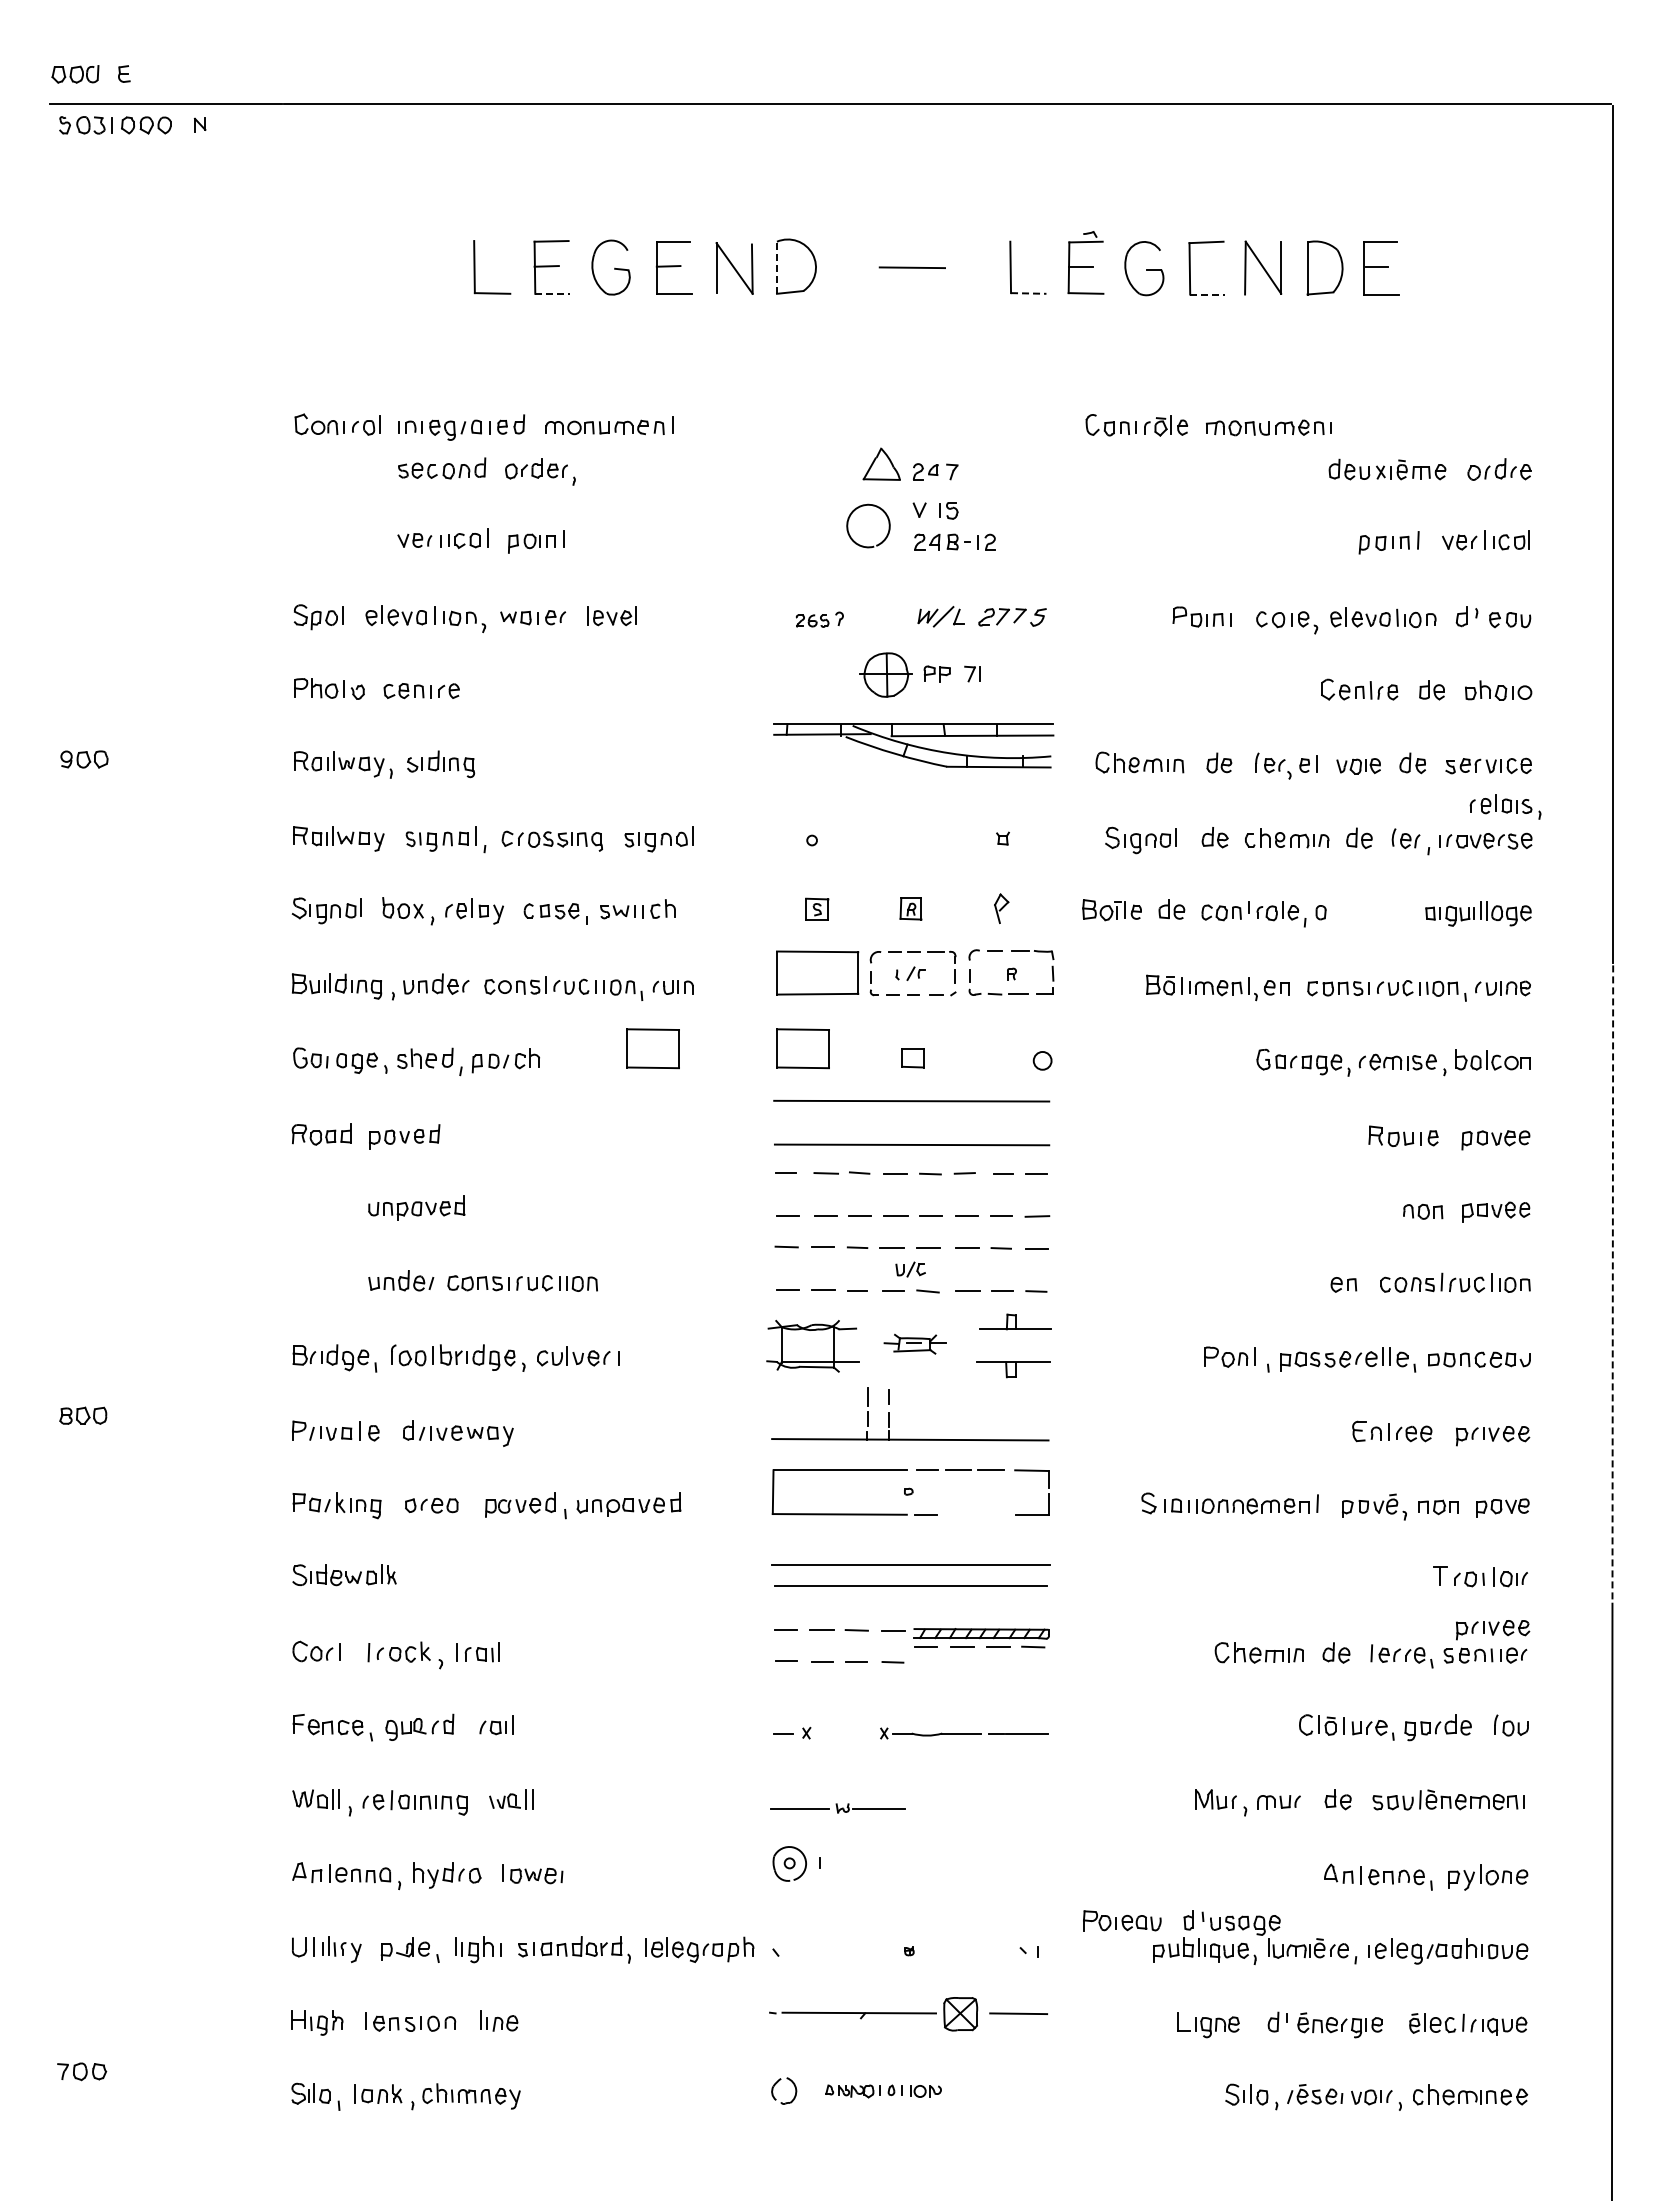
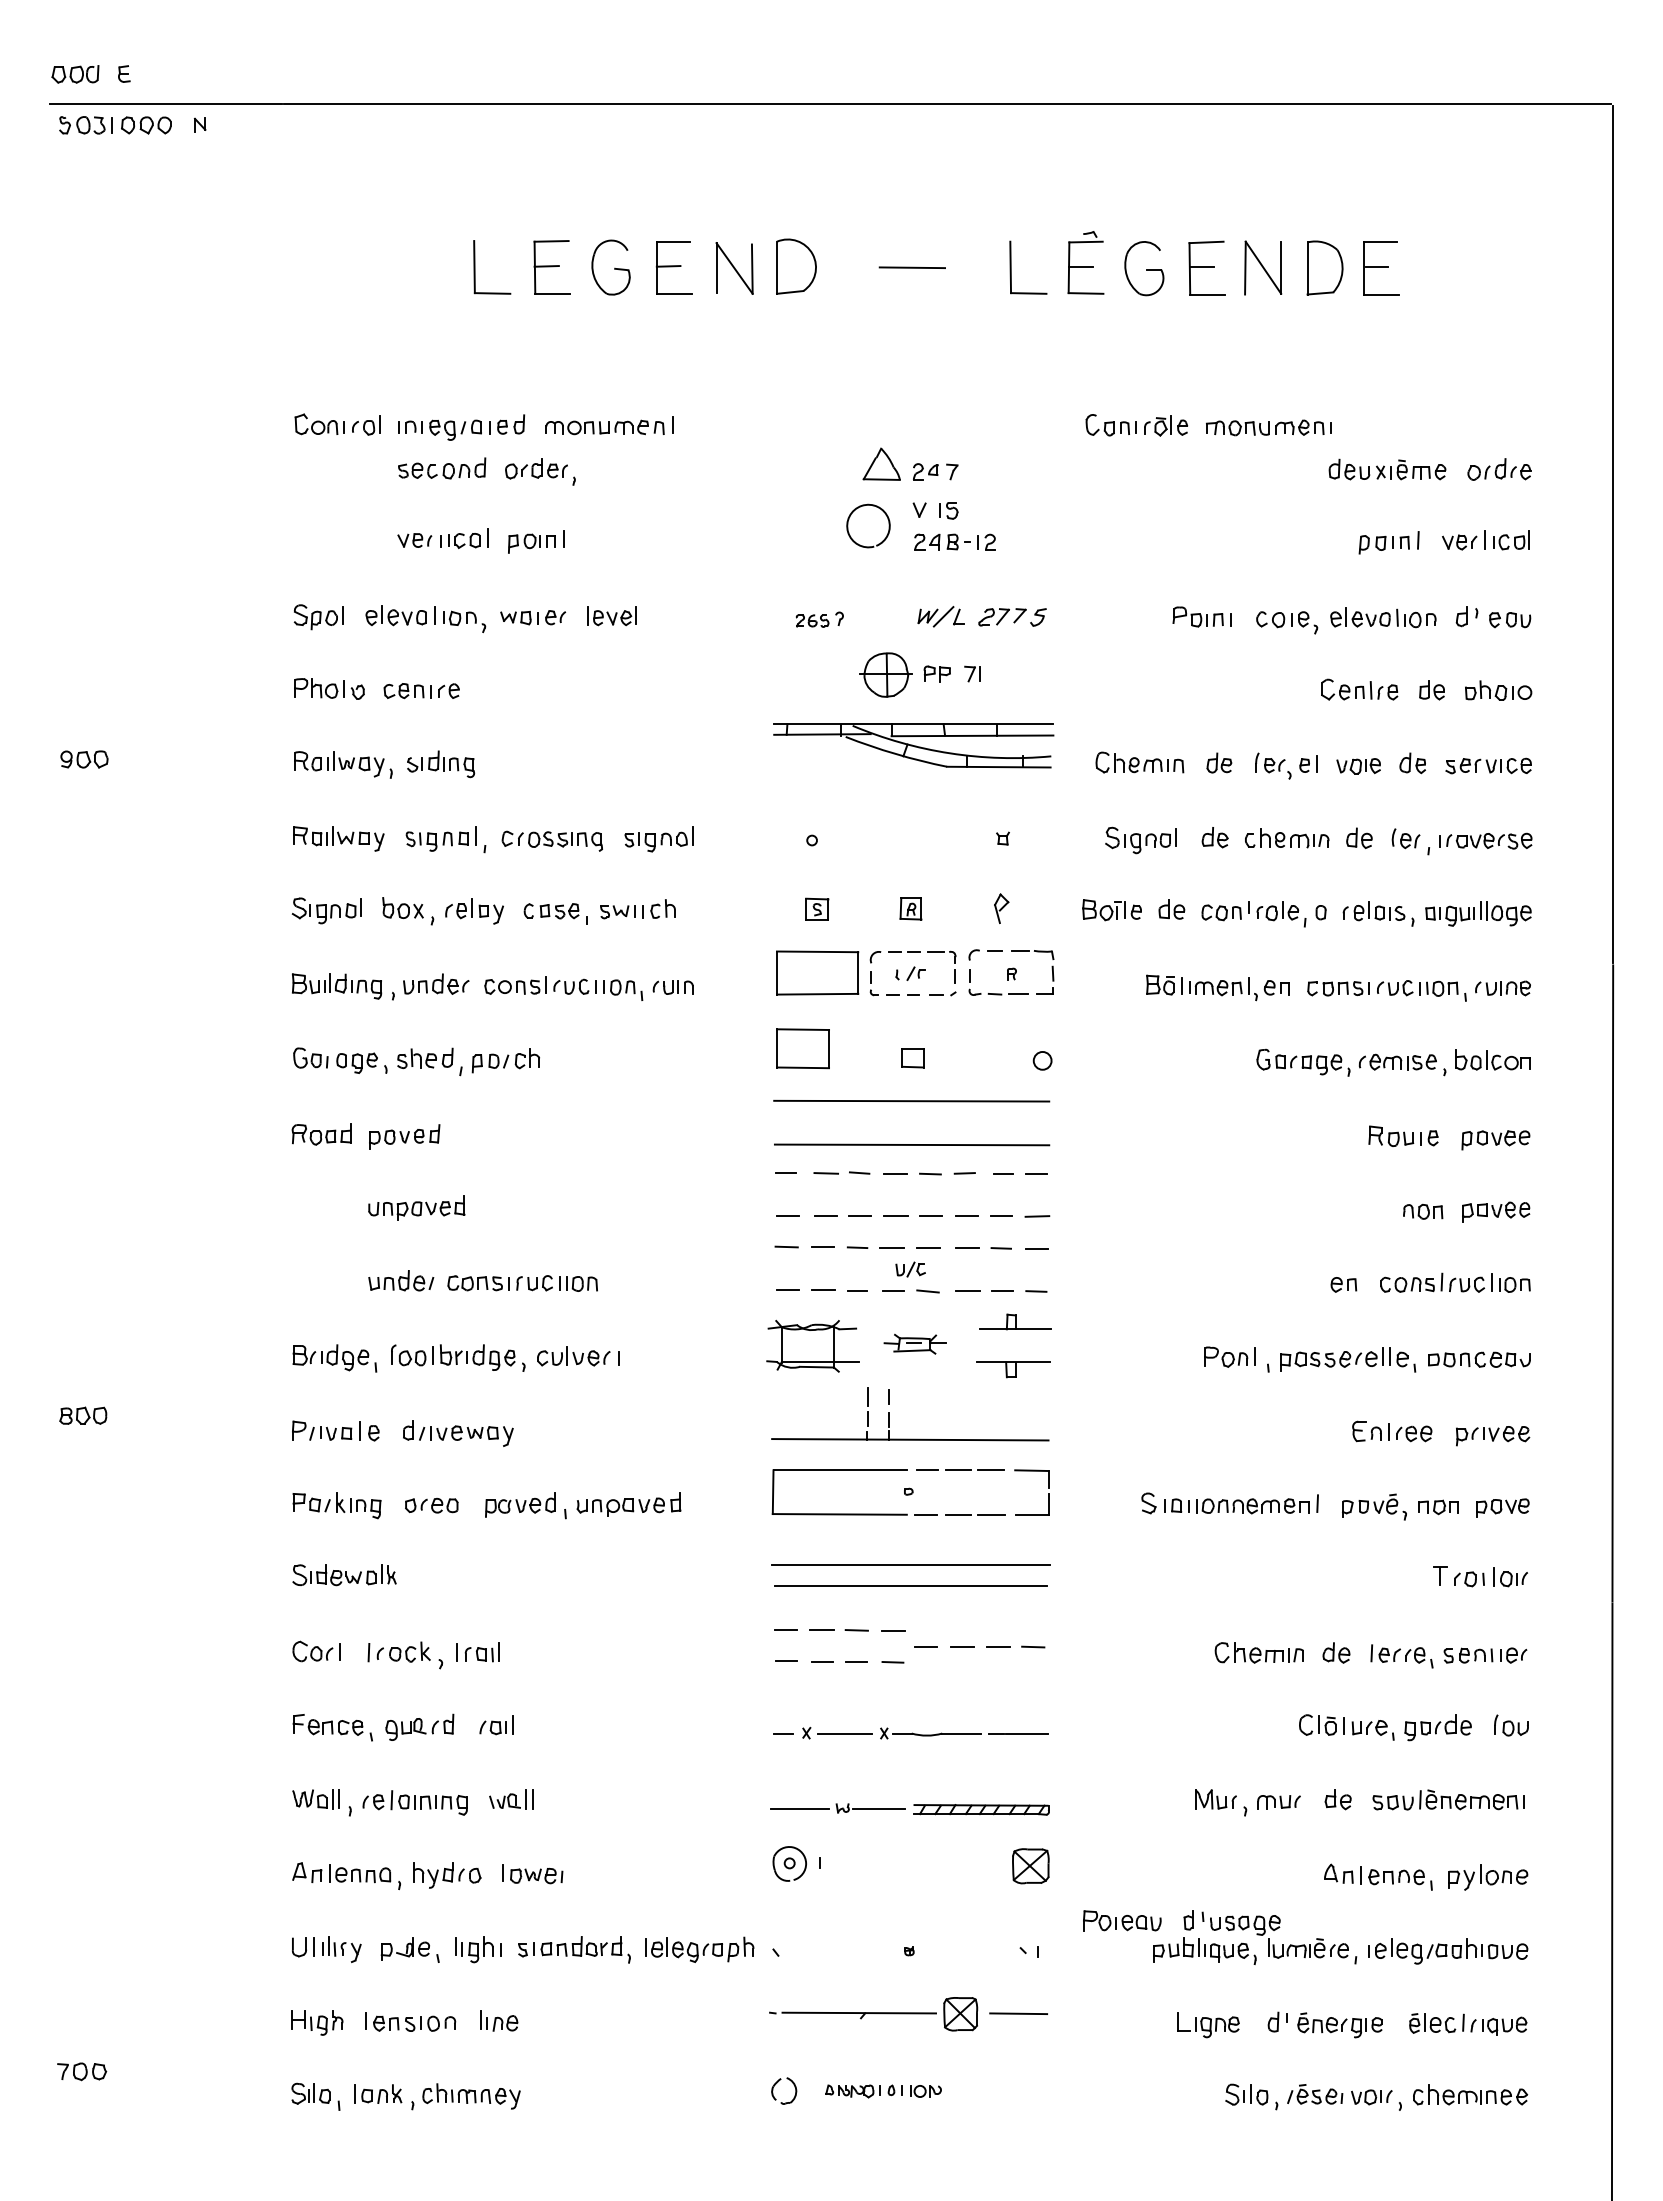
line at (1201, 266): none -> present
line at (776, 267): dashed -> solid
line at (553, 293): dashed -> solid
line at (1028, 293): dashed -> solid
line at (1208, 294): dashed -> solid
part at (1505, 806) position: (1505, 806) -> (1378, 913)
part at (652, 1048): present -> none
line at (1612, 1283): dashed -> solid
line at (958, 1514): none -> present
line at (990, 1514): none -> present
part at (1493, 1630): present -> none
part at (981, 1633) position: (981, 1633) -> (981, 1809)
line at (844, 1733): none -> present
part at (1030, 1866): none -> present
